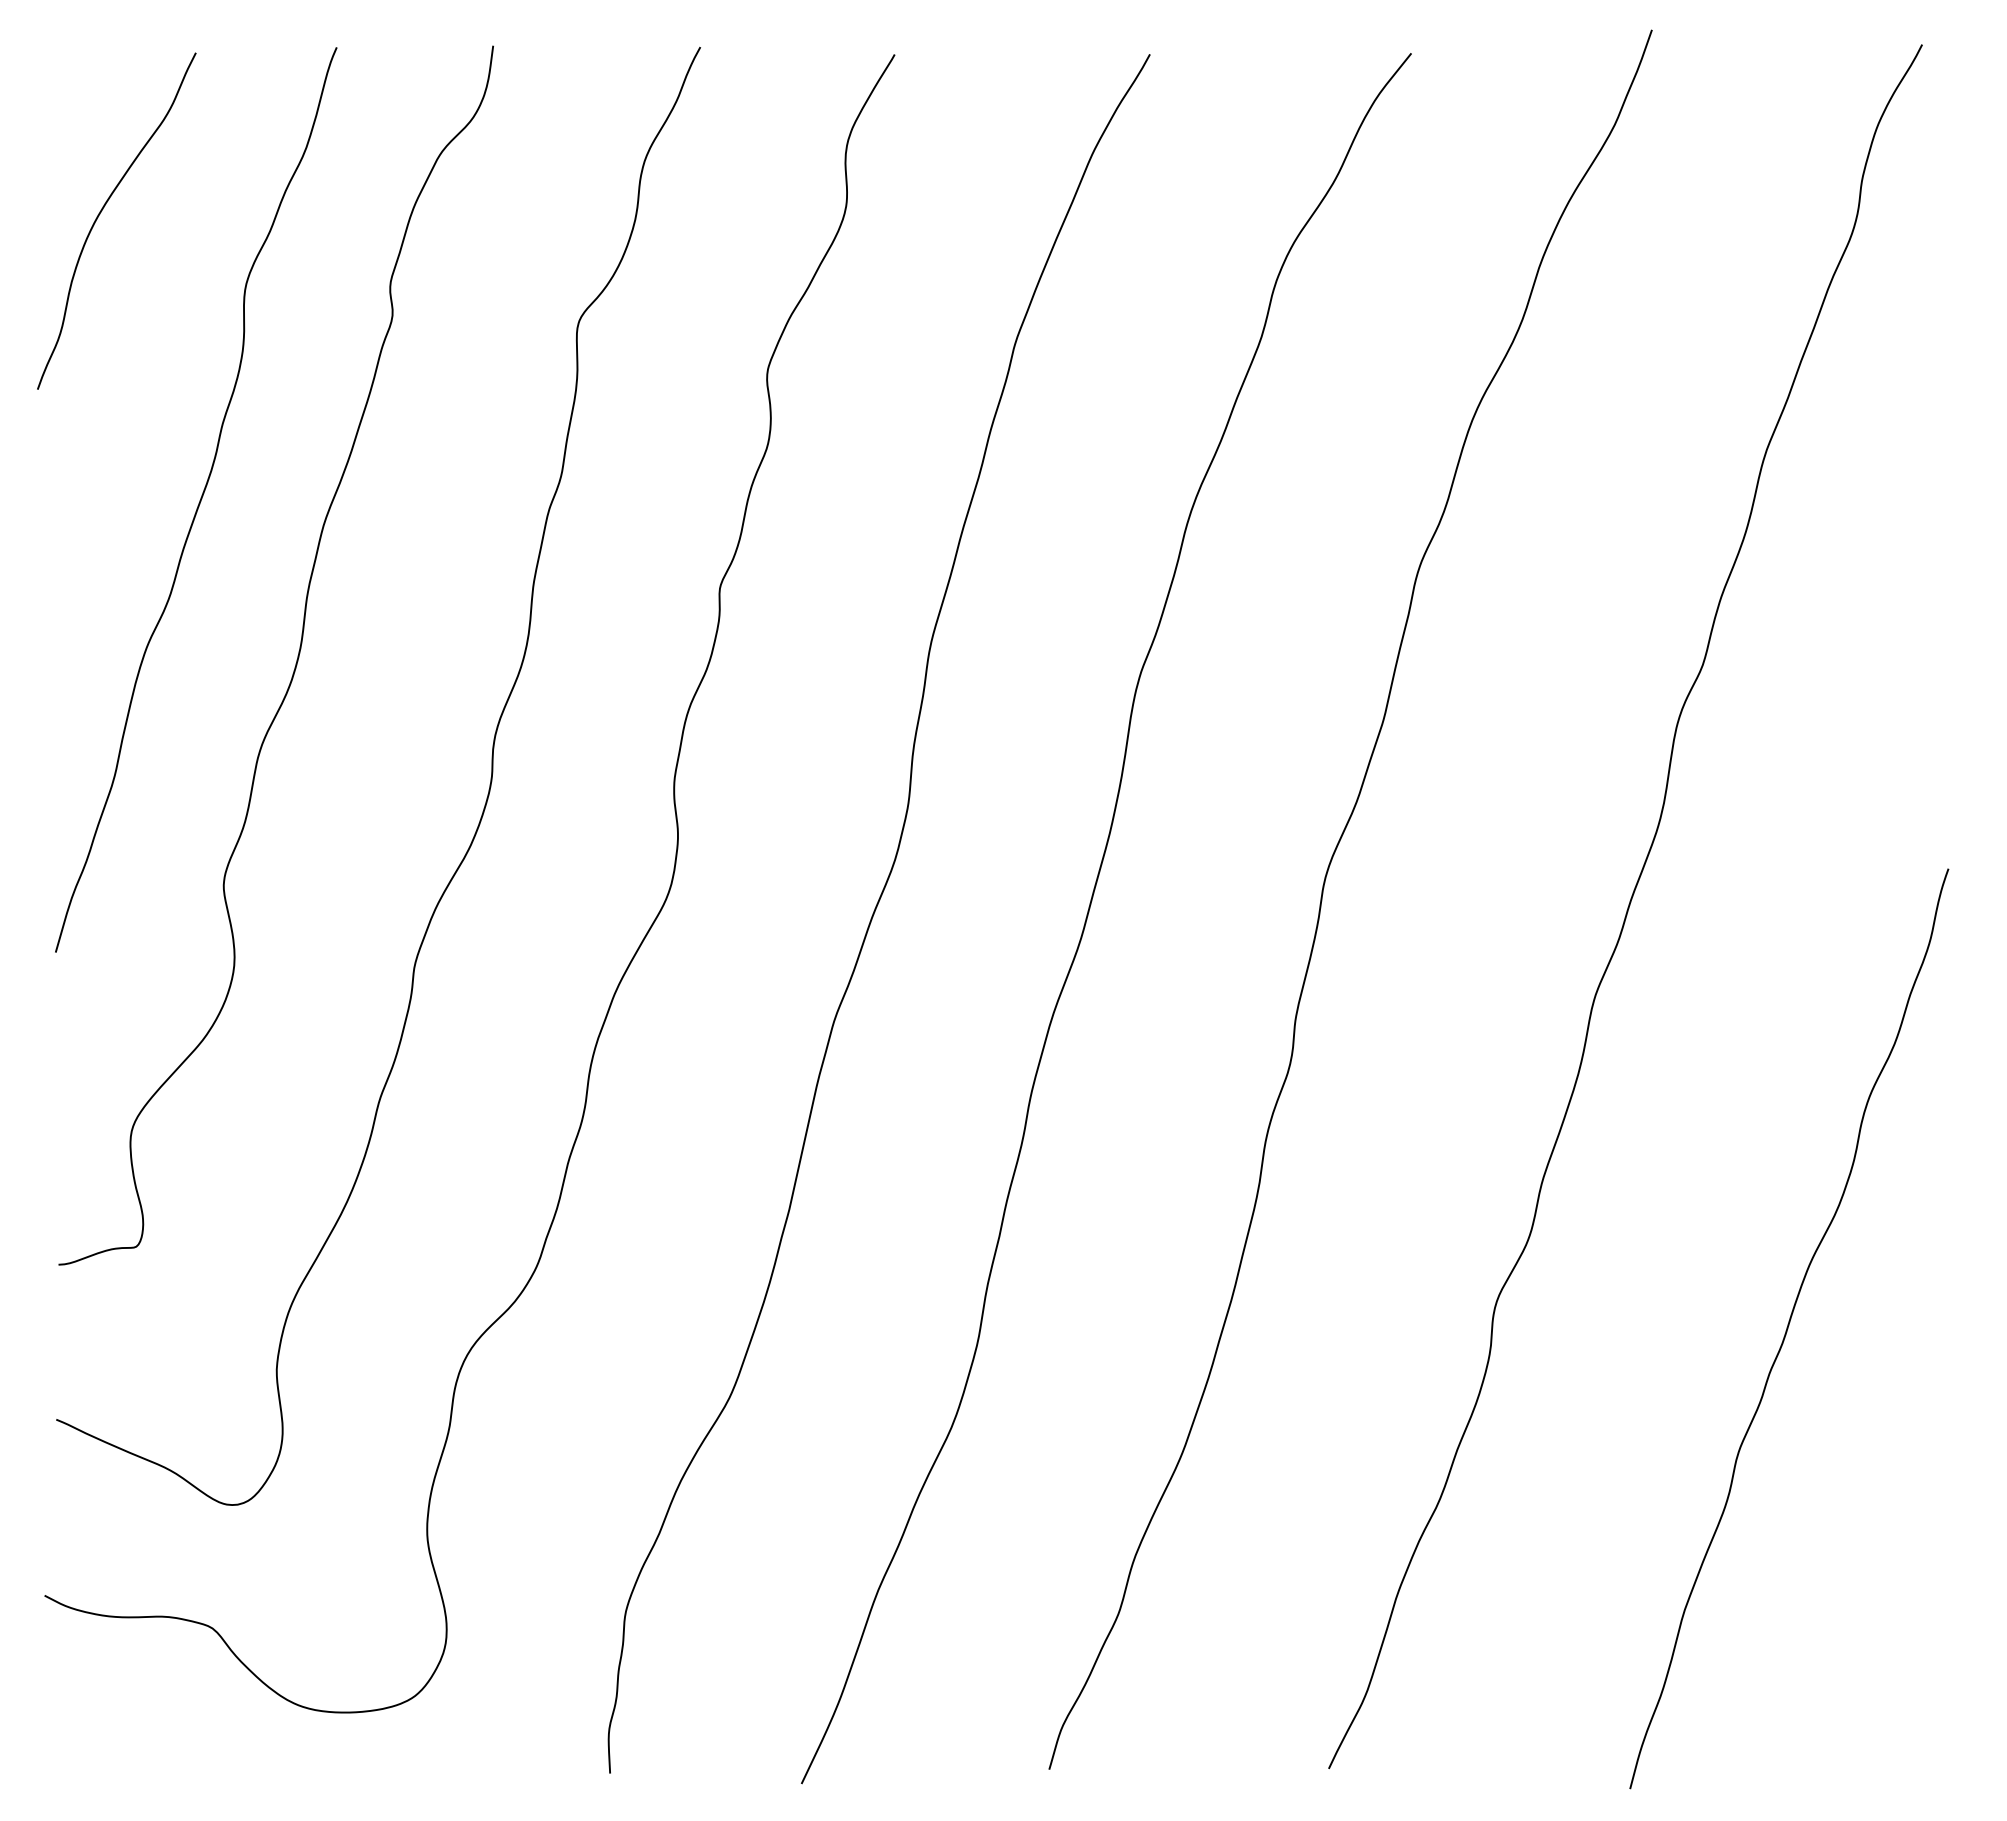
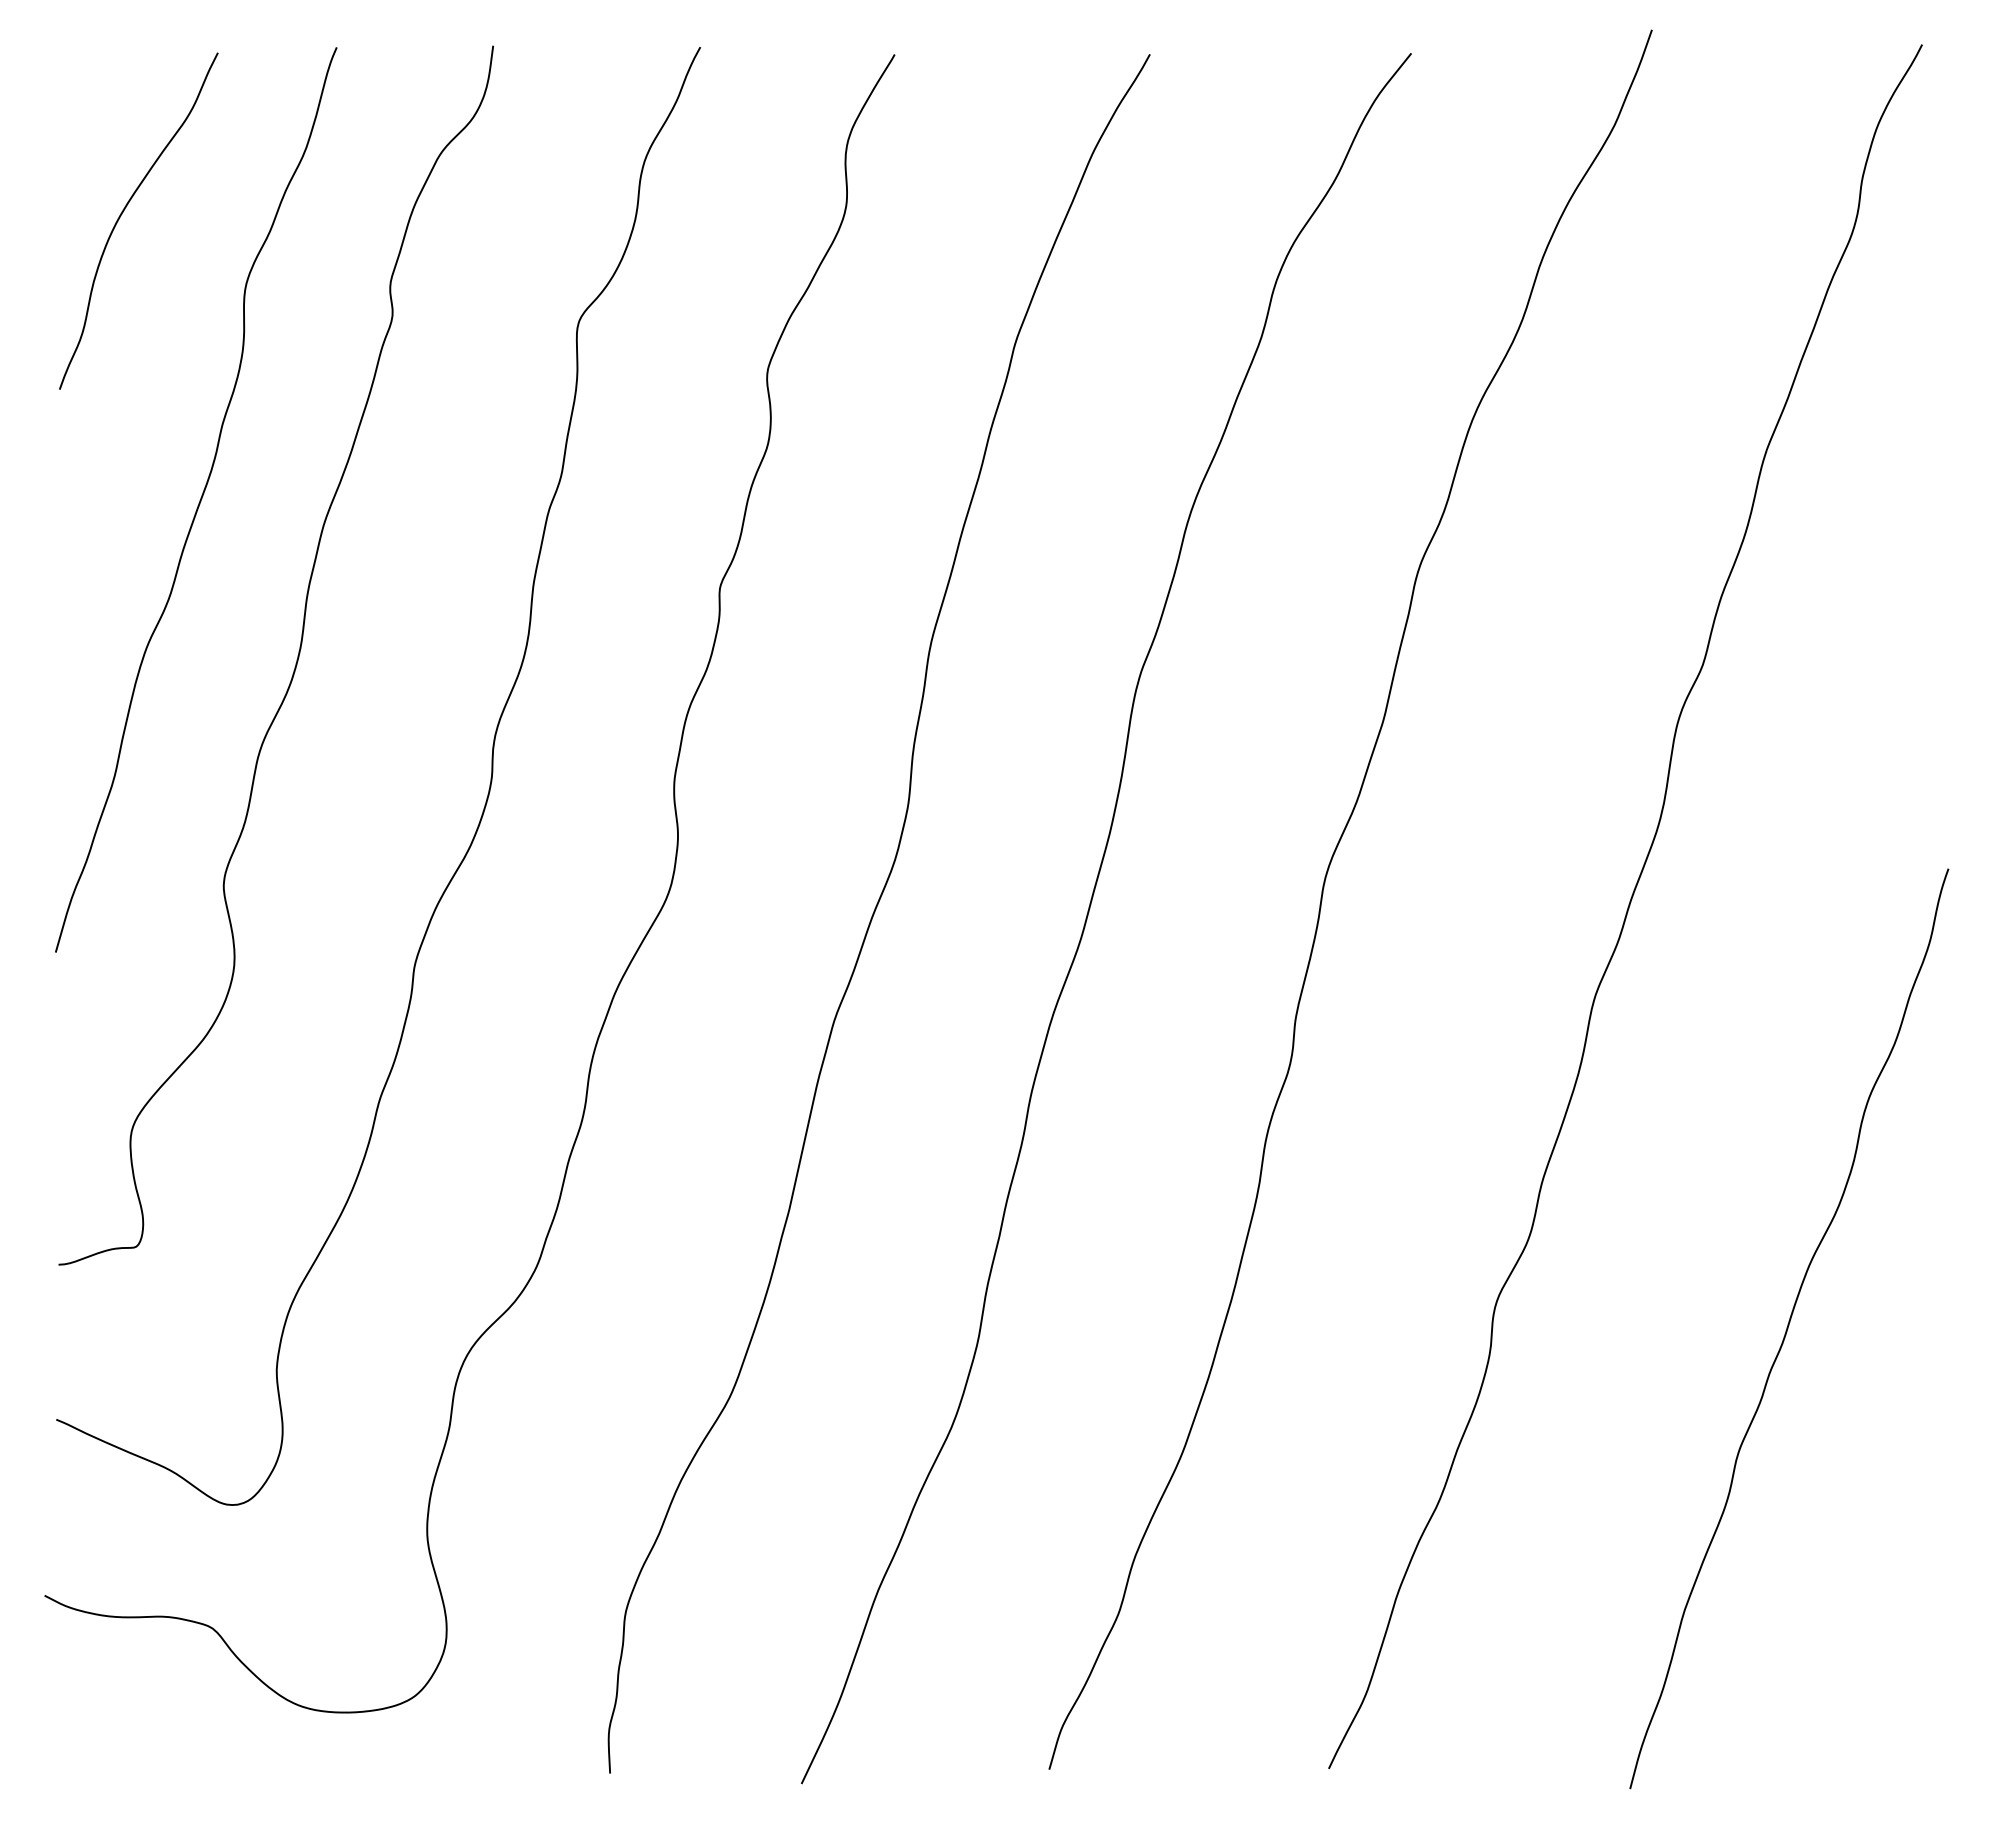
curve at (101, 212) position: (101, 212) -> (123, 212)
